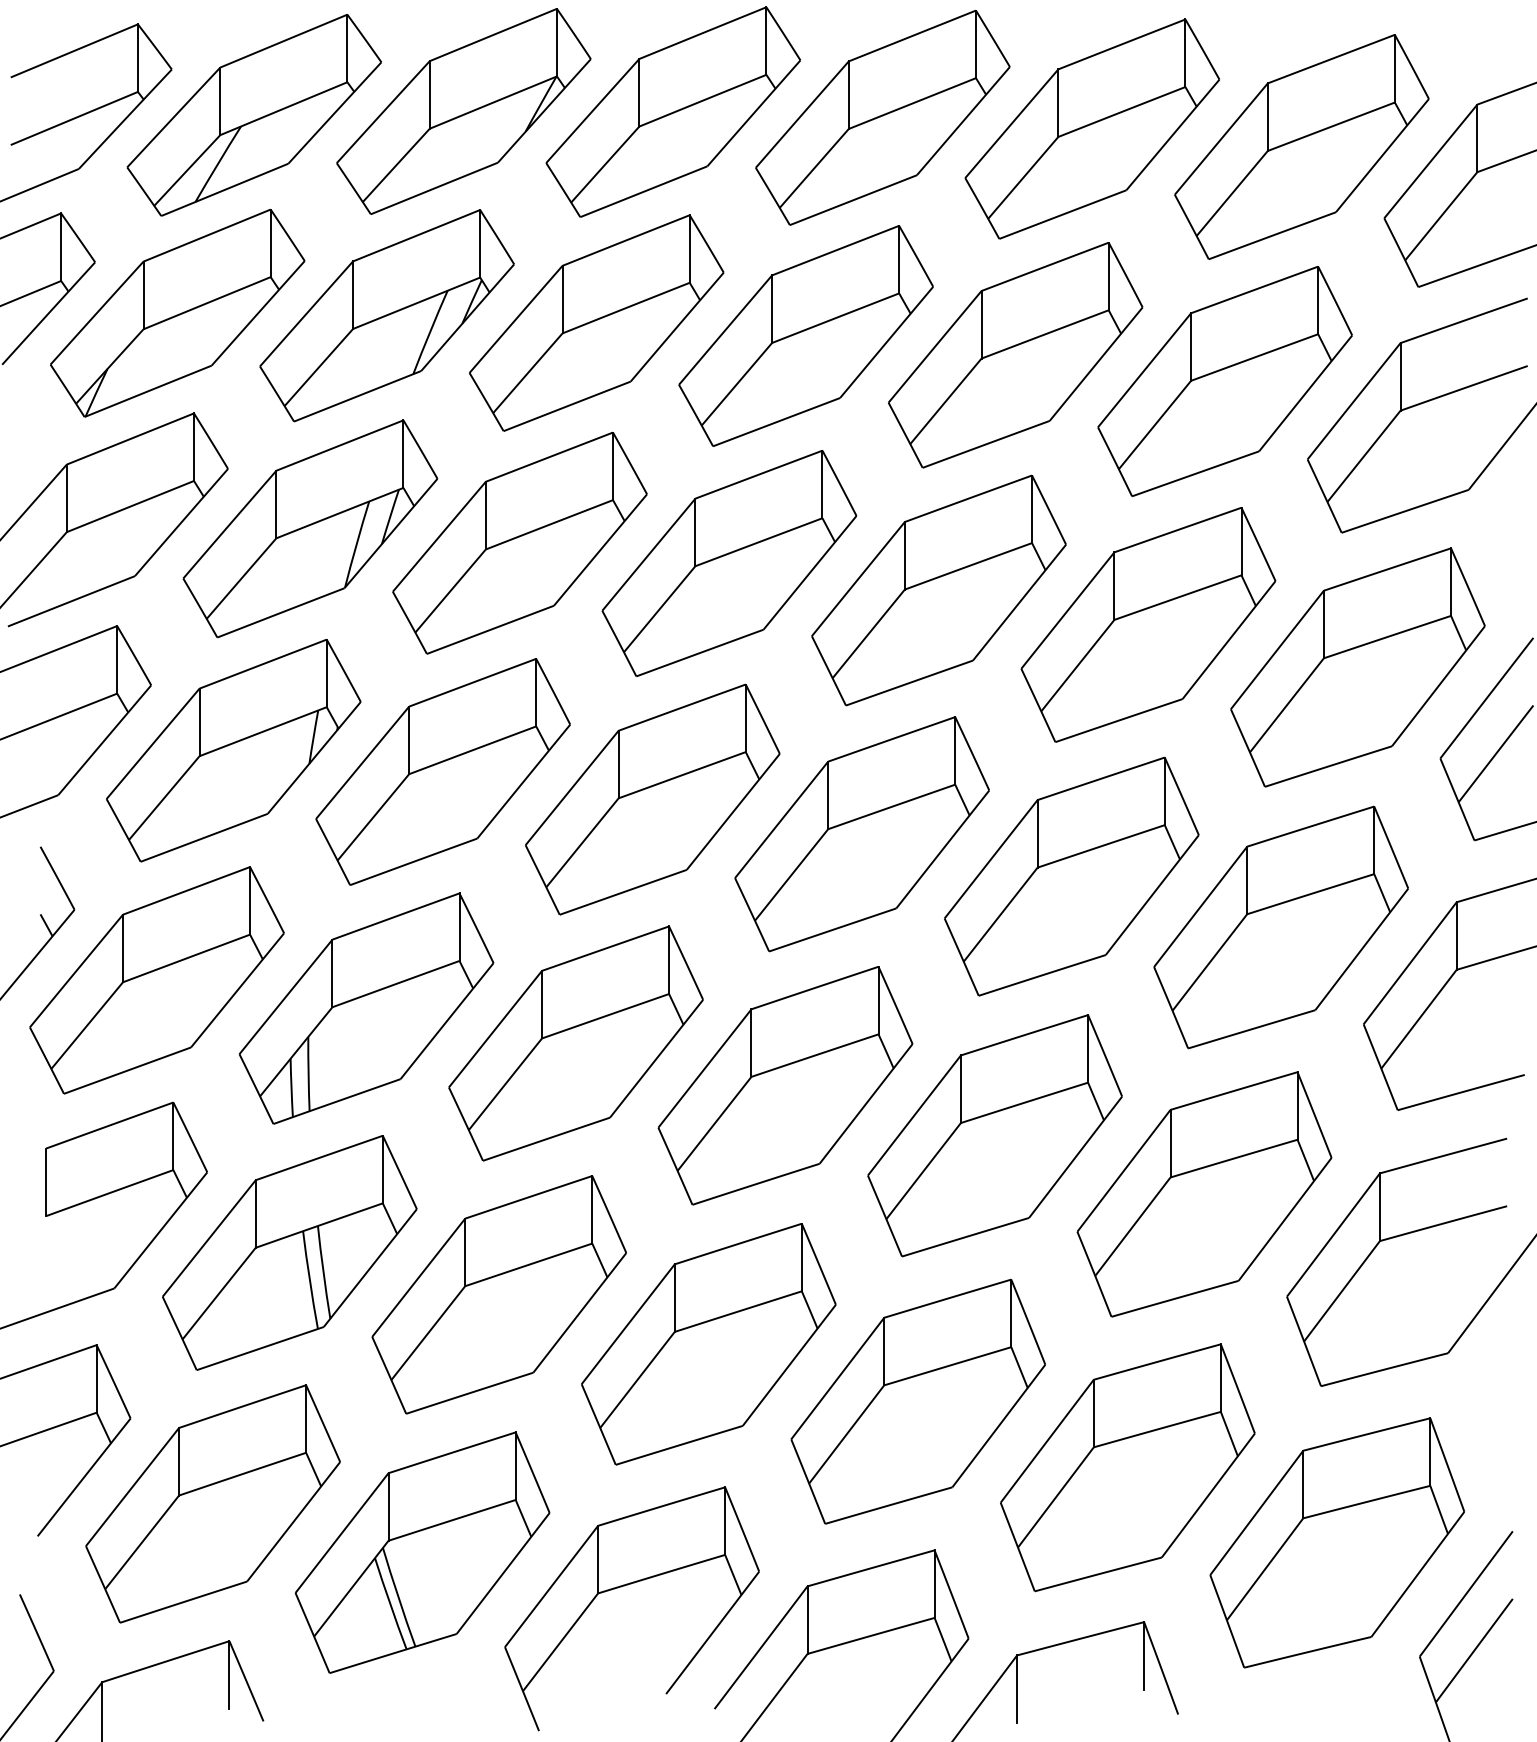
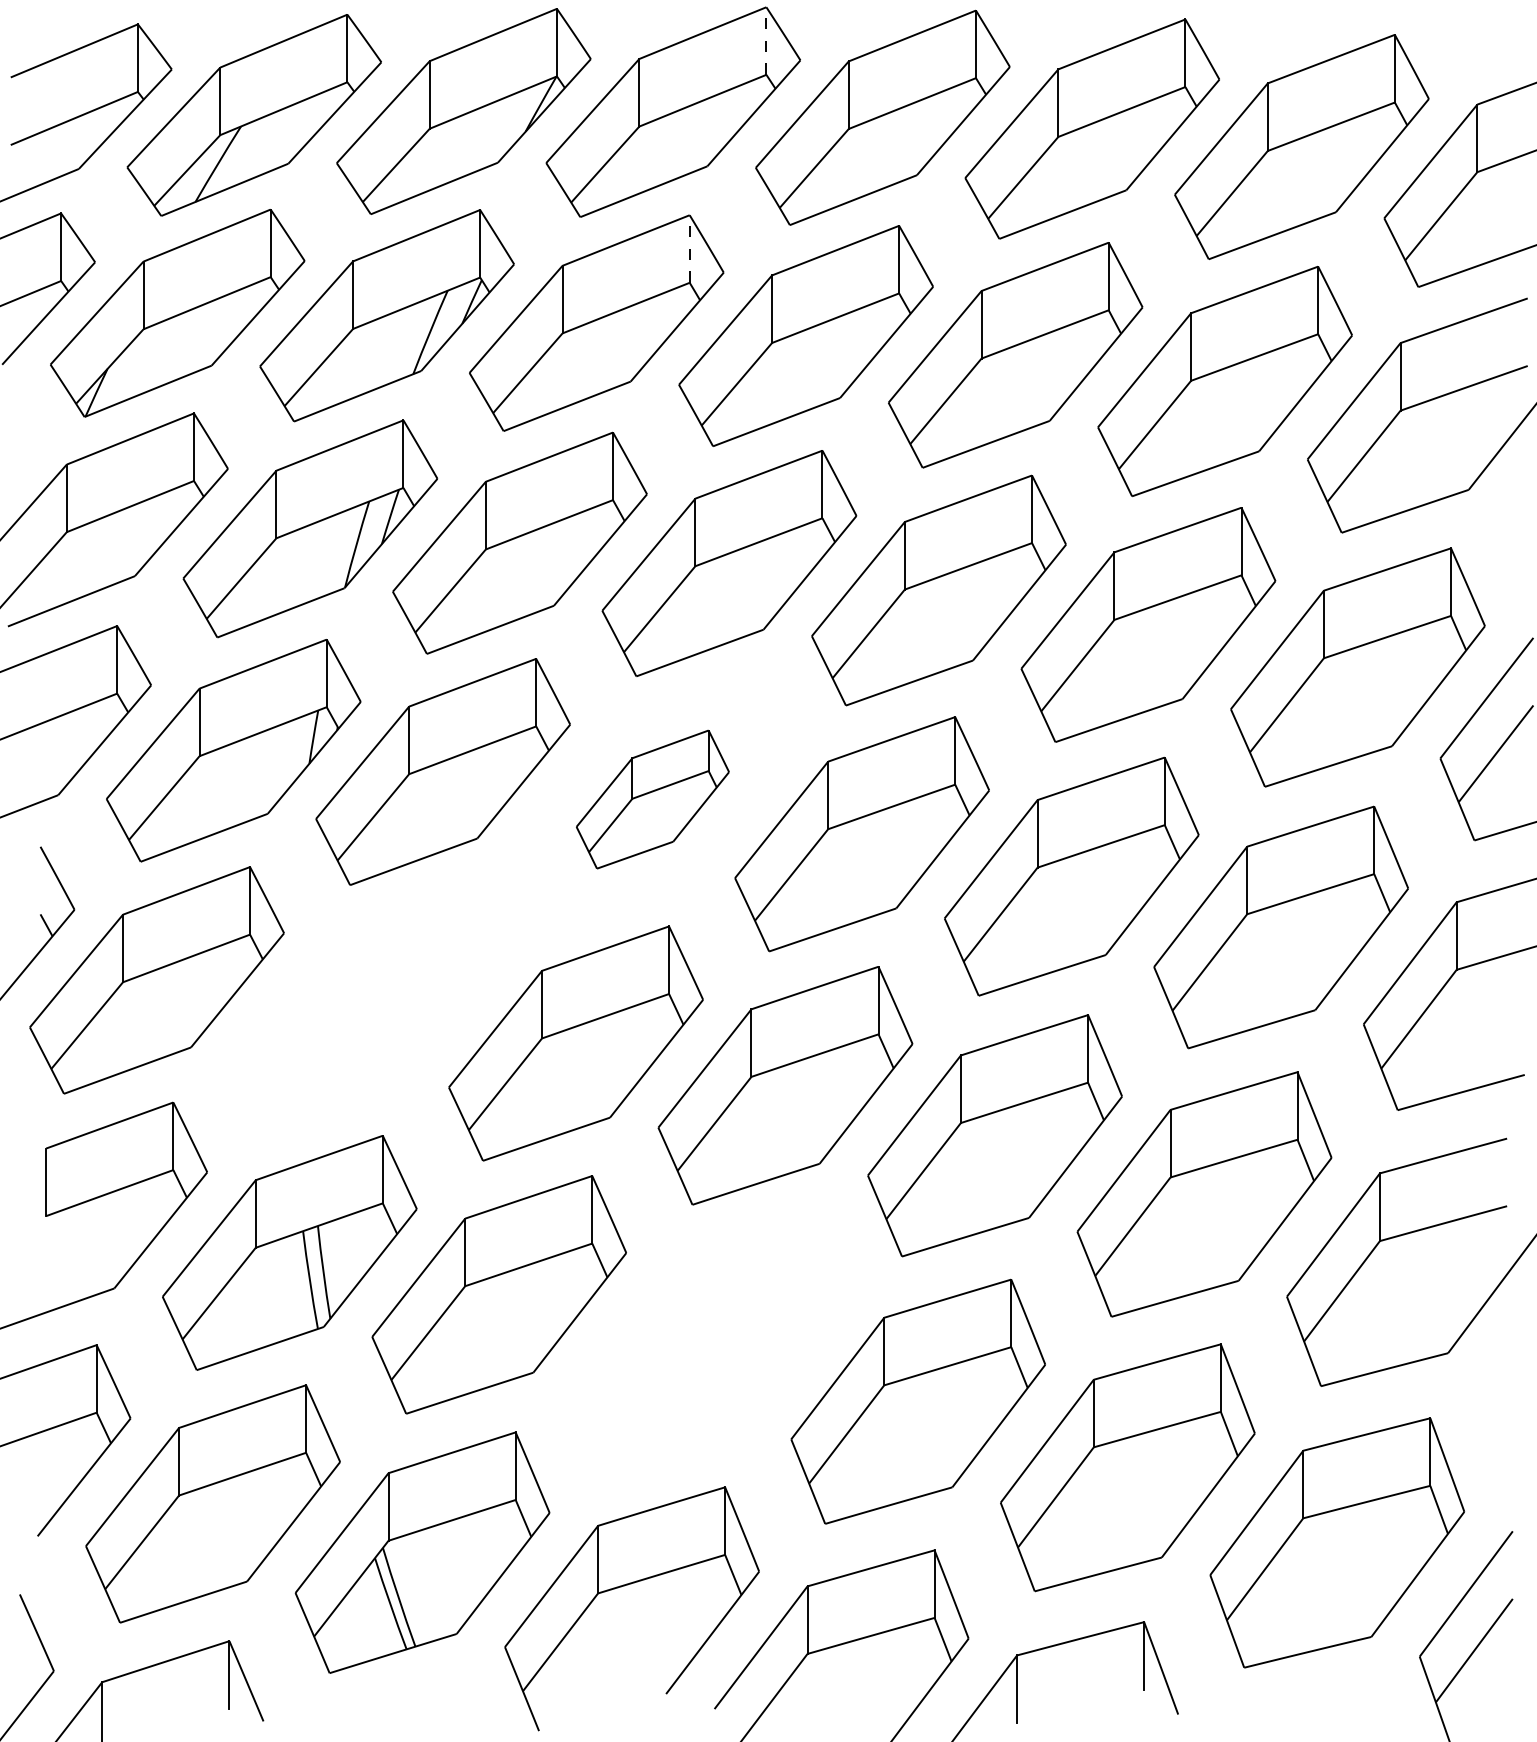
line at (766, 41): solid -> dashed
line at (689, 249): solid -> dashed
part at (652, 799) size: 256x233 px -> 154x141 px
part at (366, 1008): present -> none
part at (708, 1344): present -> none
